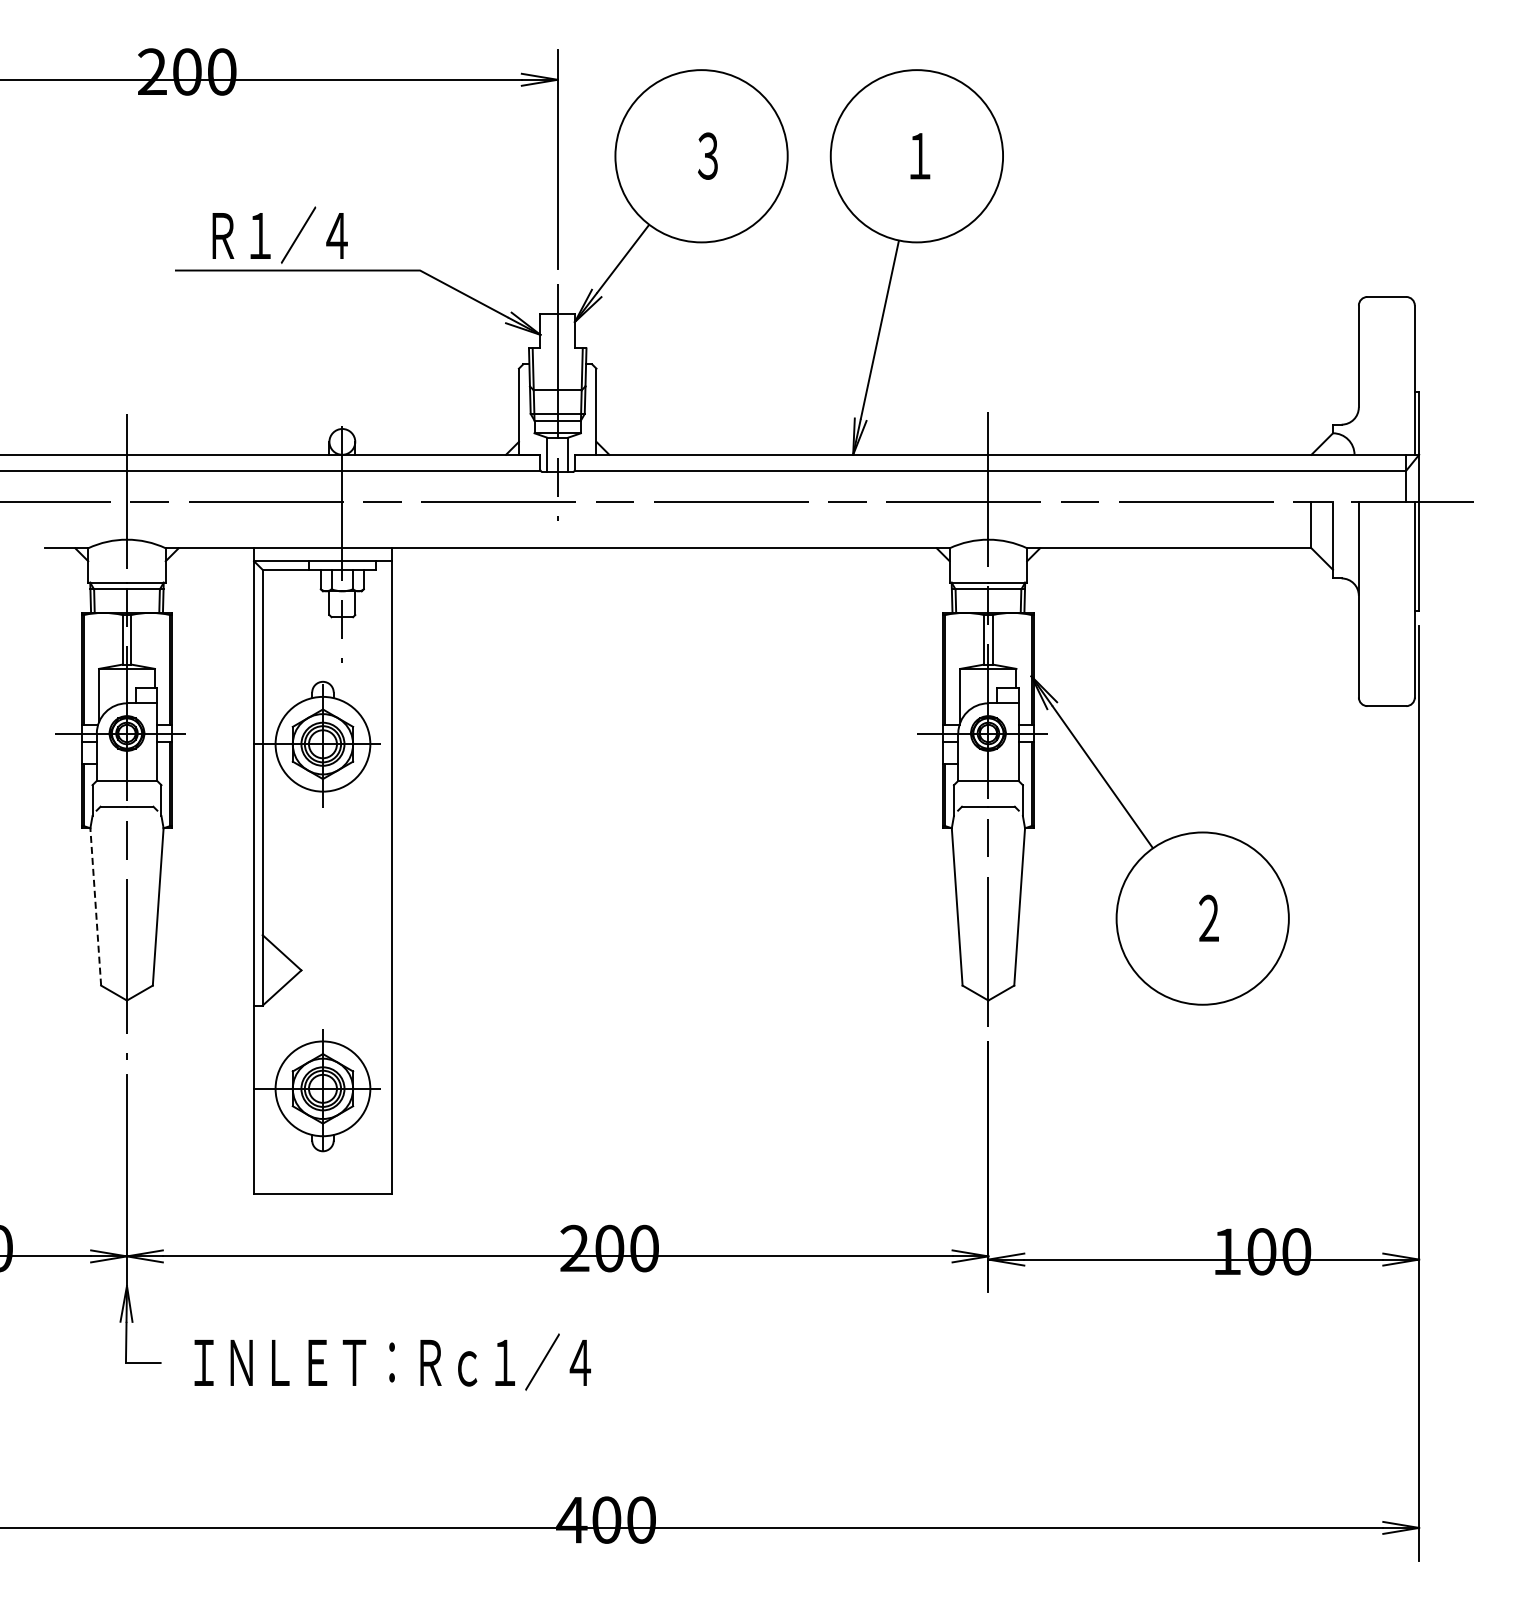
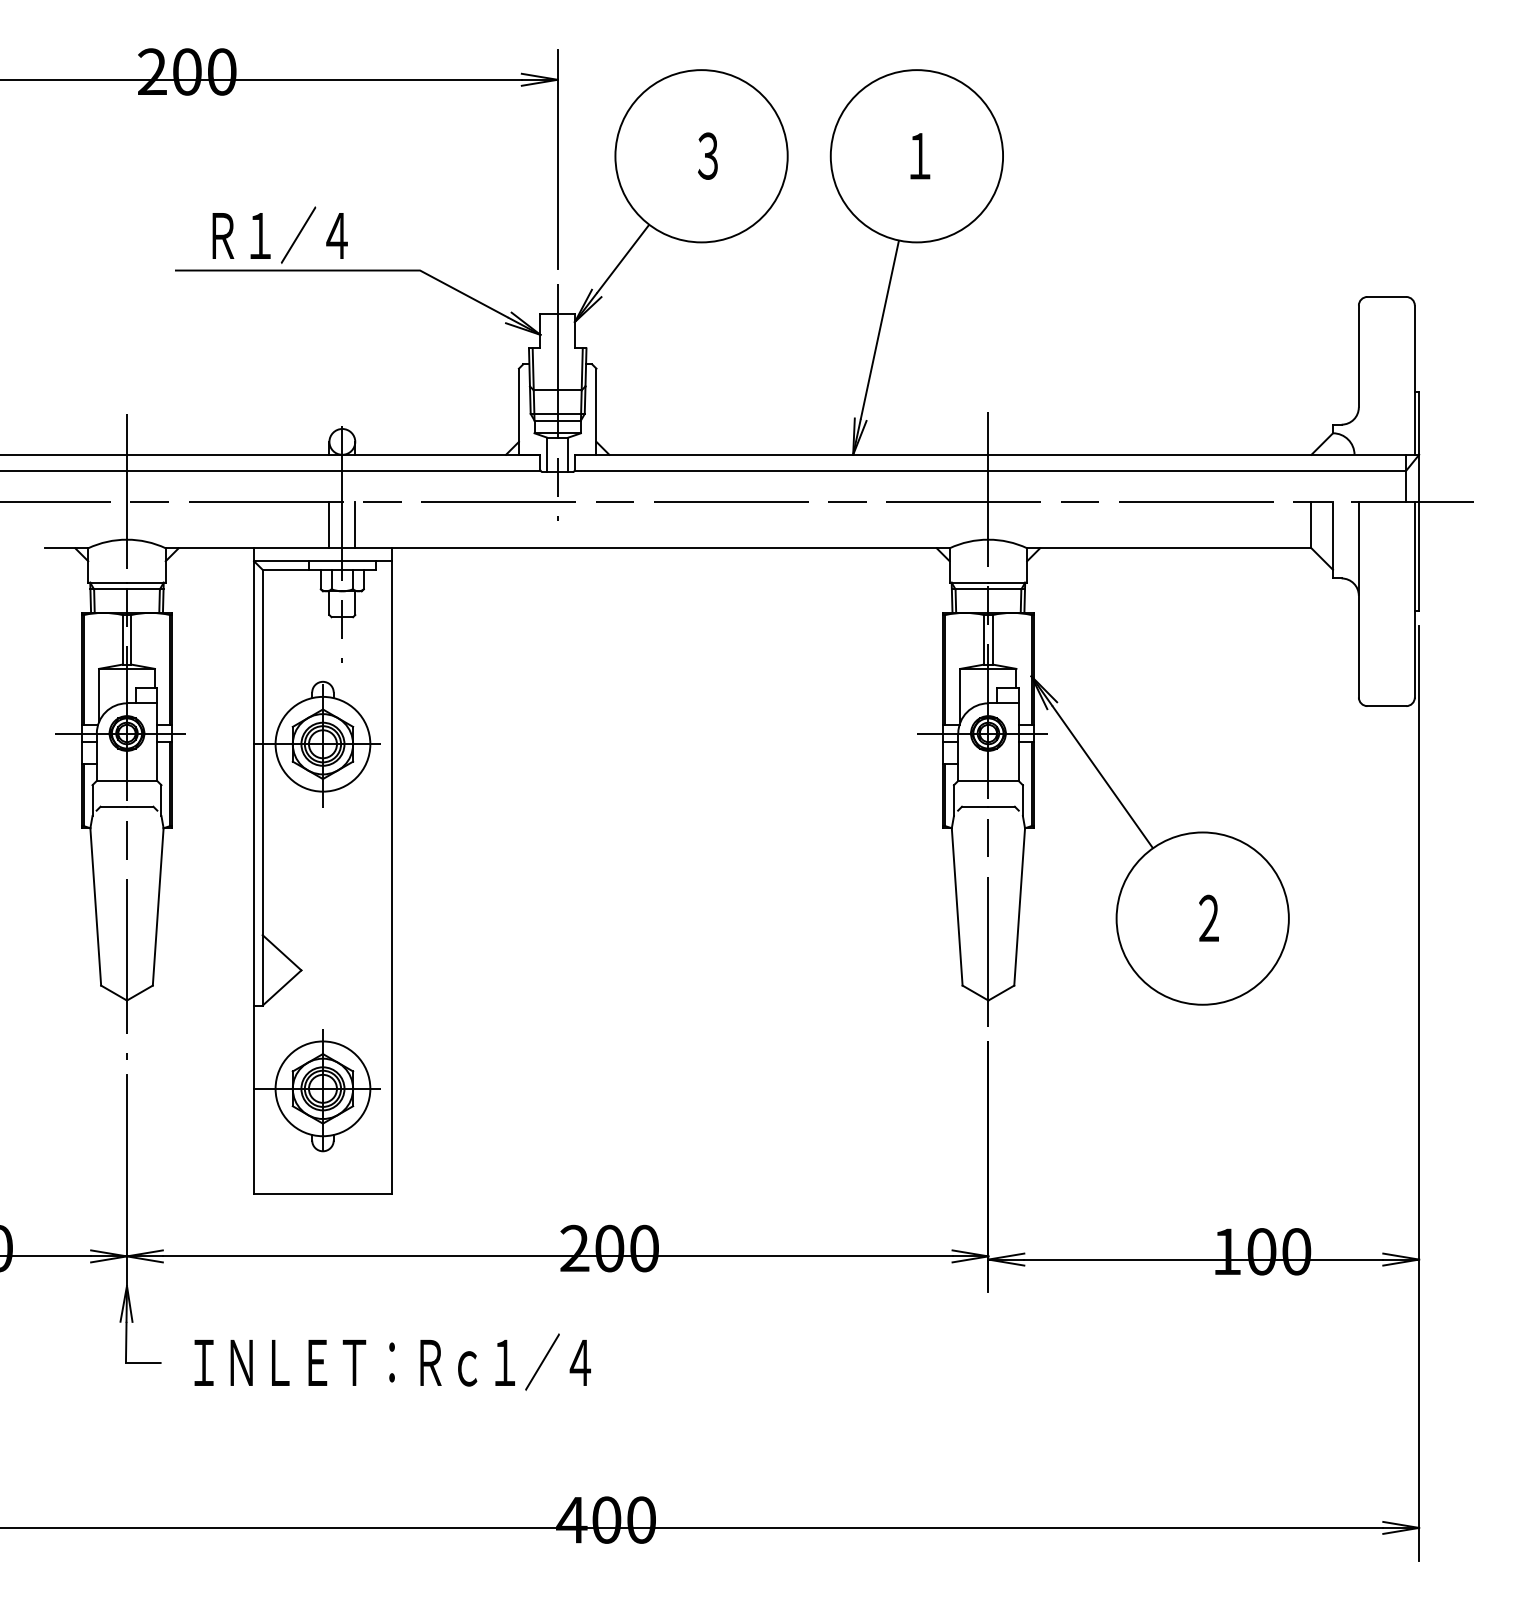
line at (329, 524): none -> present
line at (355, 524): none -> present
line at (95, 906): dashed -> solid
